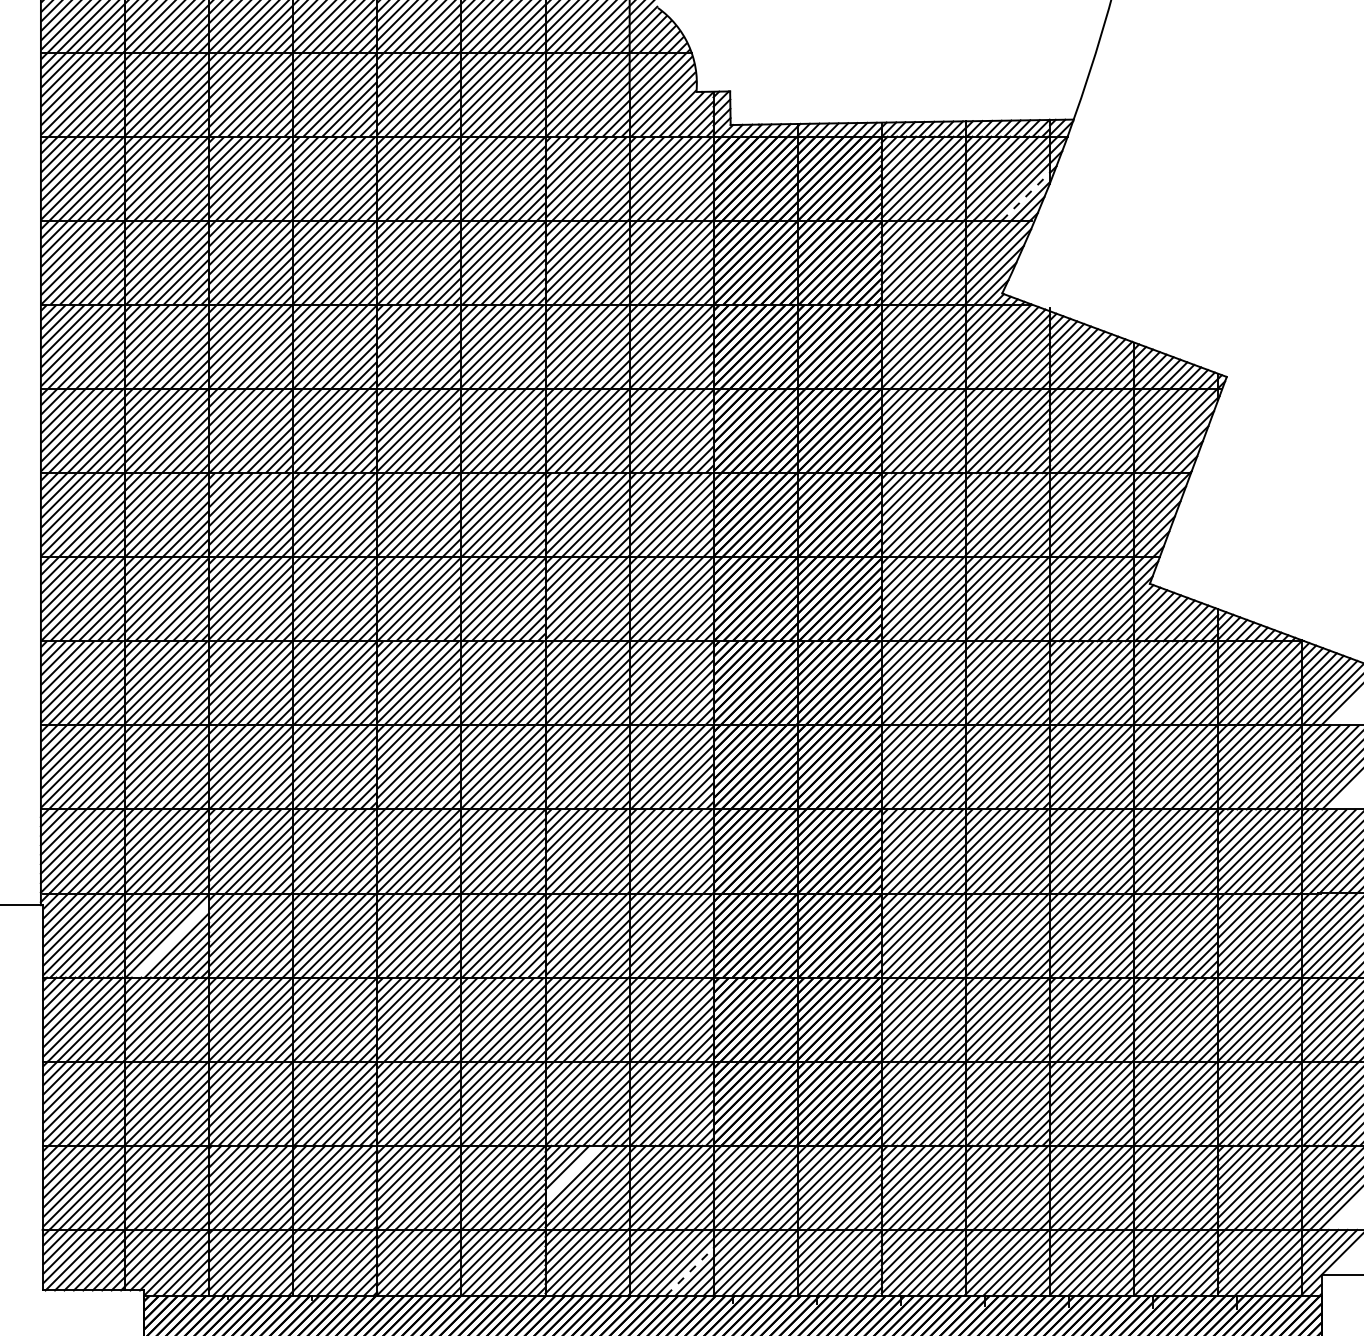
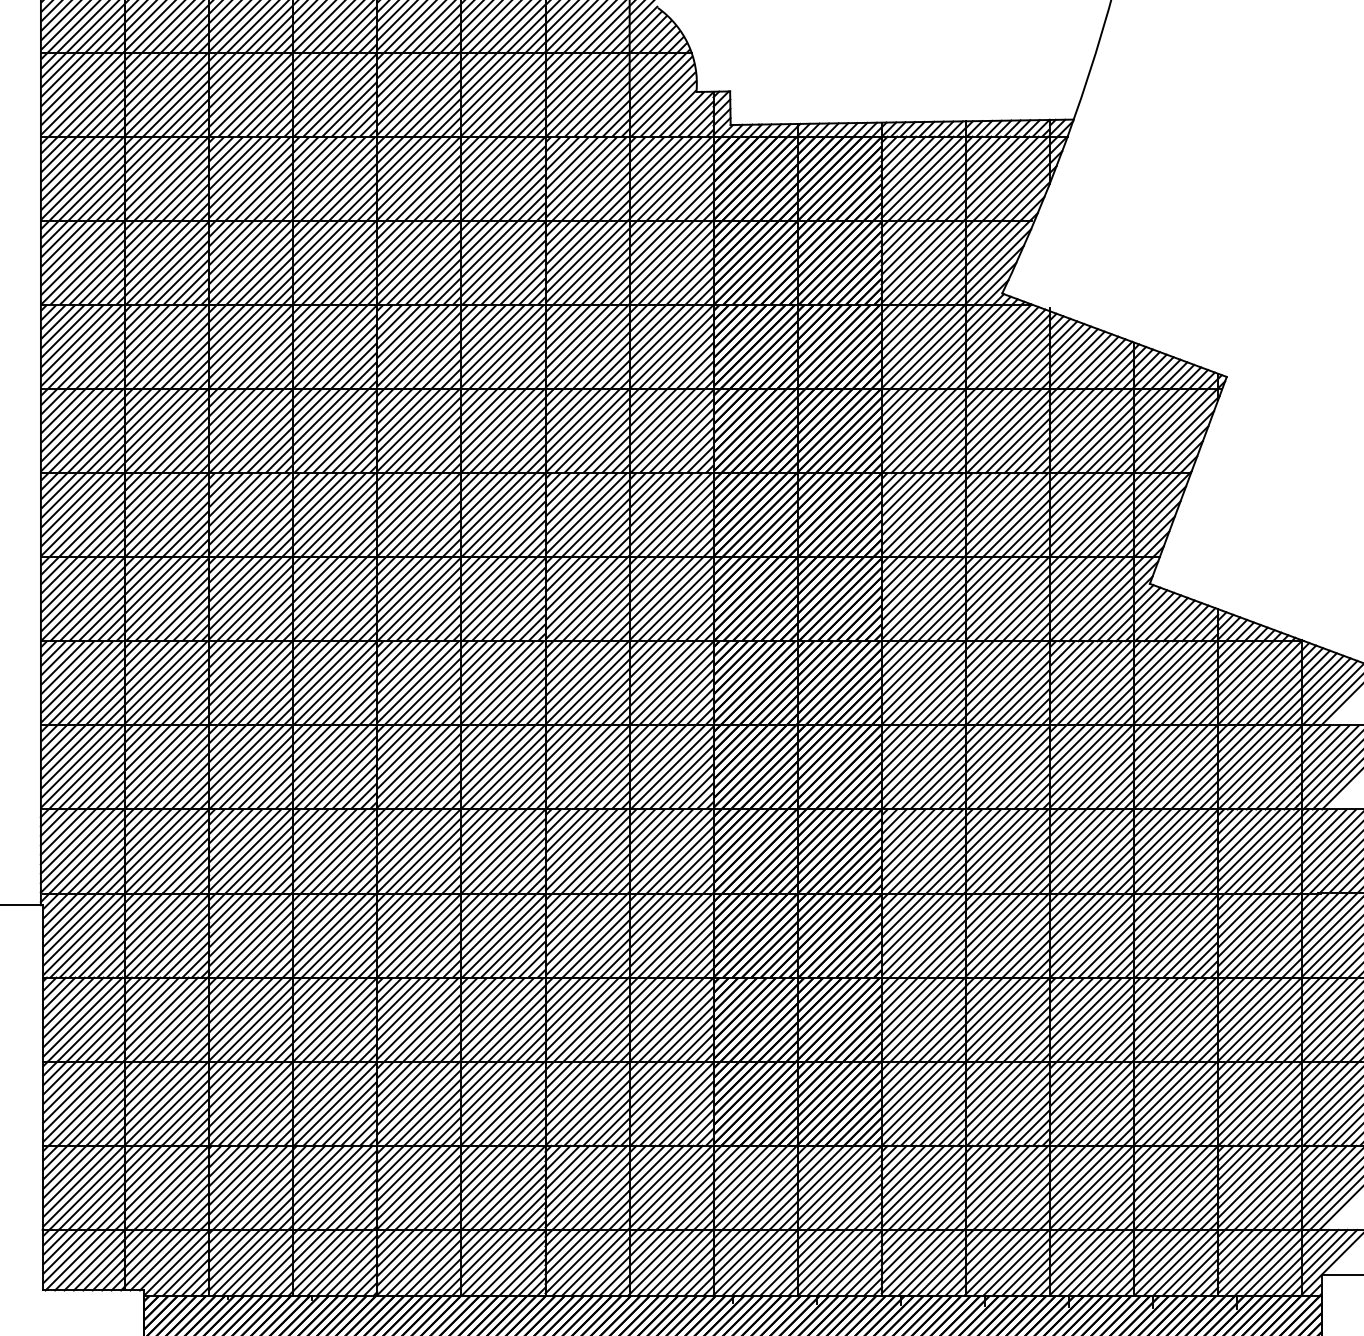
line at (1025, 196): dashed -> solid
line at (172, 940): none -> present
line at (571, 1172): none -> present
line at (689, 1271): dashed -> solid
